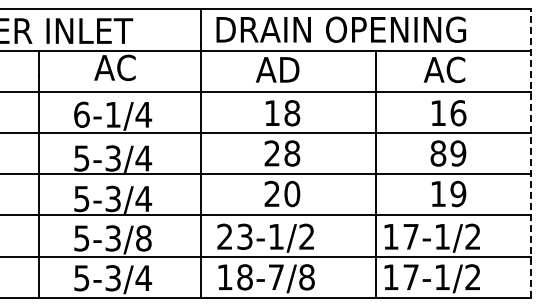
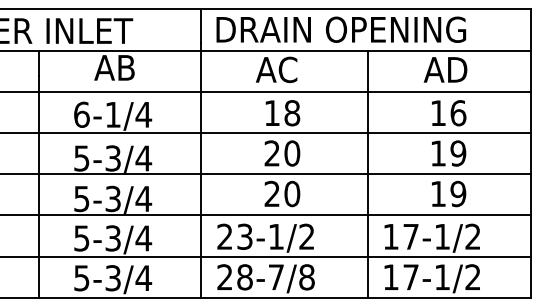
text at (126, 67): AC -> AB
text at (288, 69): AD -> AC
text at (456, 69): AC -> AD
text at (292, 153): 28 -> 20
text at (438, 153): 89 -> 19
line at (530, 153): dashed -> solid
line at (376, 173) position: (376, 173) -> (368, 173)
text at (143, 238): 5-3/8 -> 5-3/4
text at (224, 276): 18-7/8 -> 28-7/8
